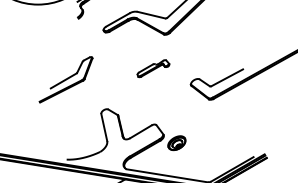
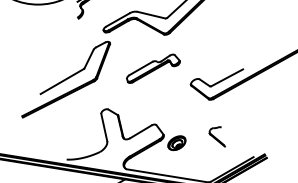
part at (153, 68) size: 35x20 px -> 55x31 px
part at (65, 79) size: 56x48 px -> 90x78 px
part at (216, 136): none -> present
